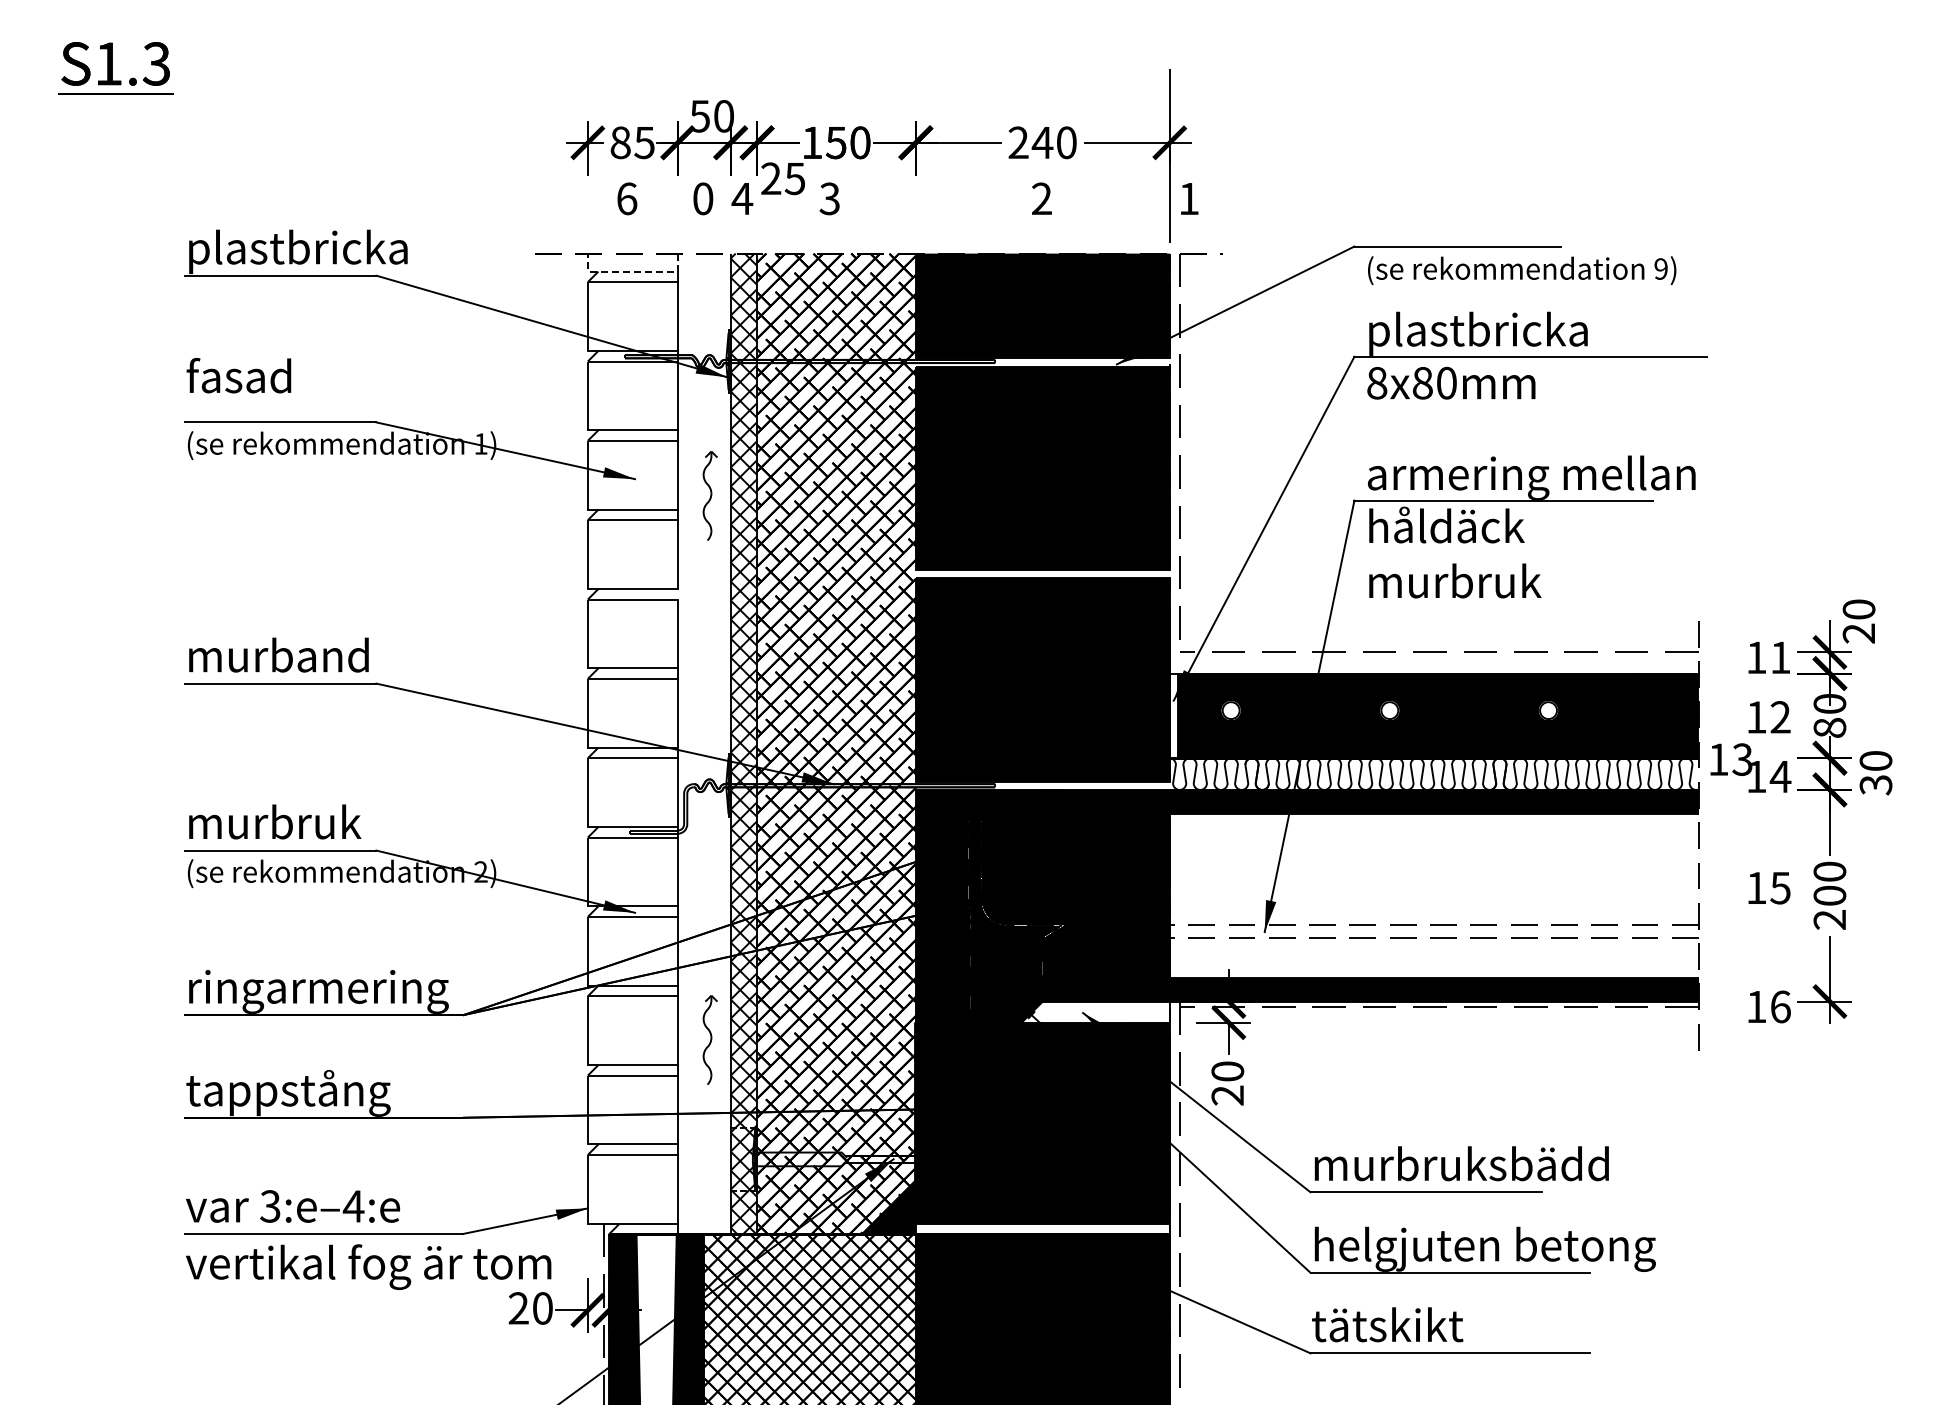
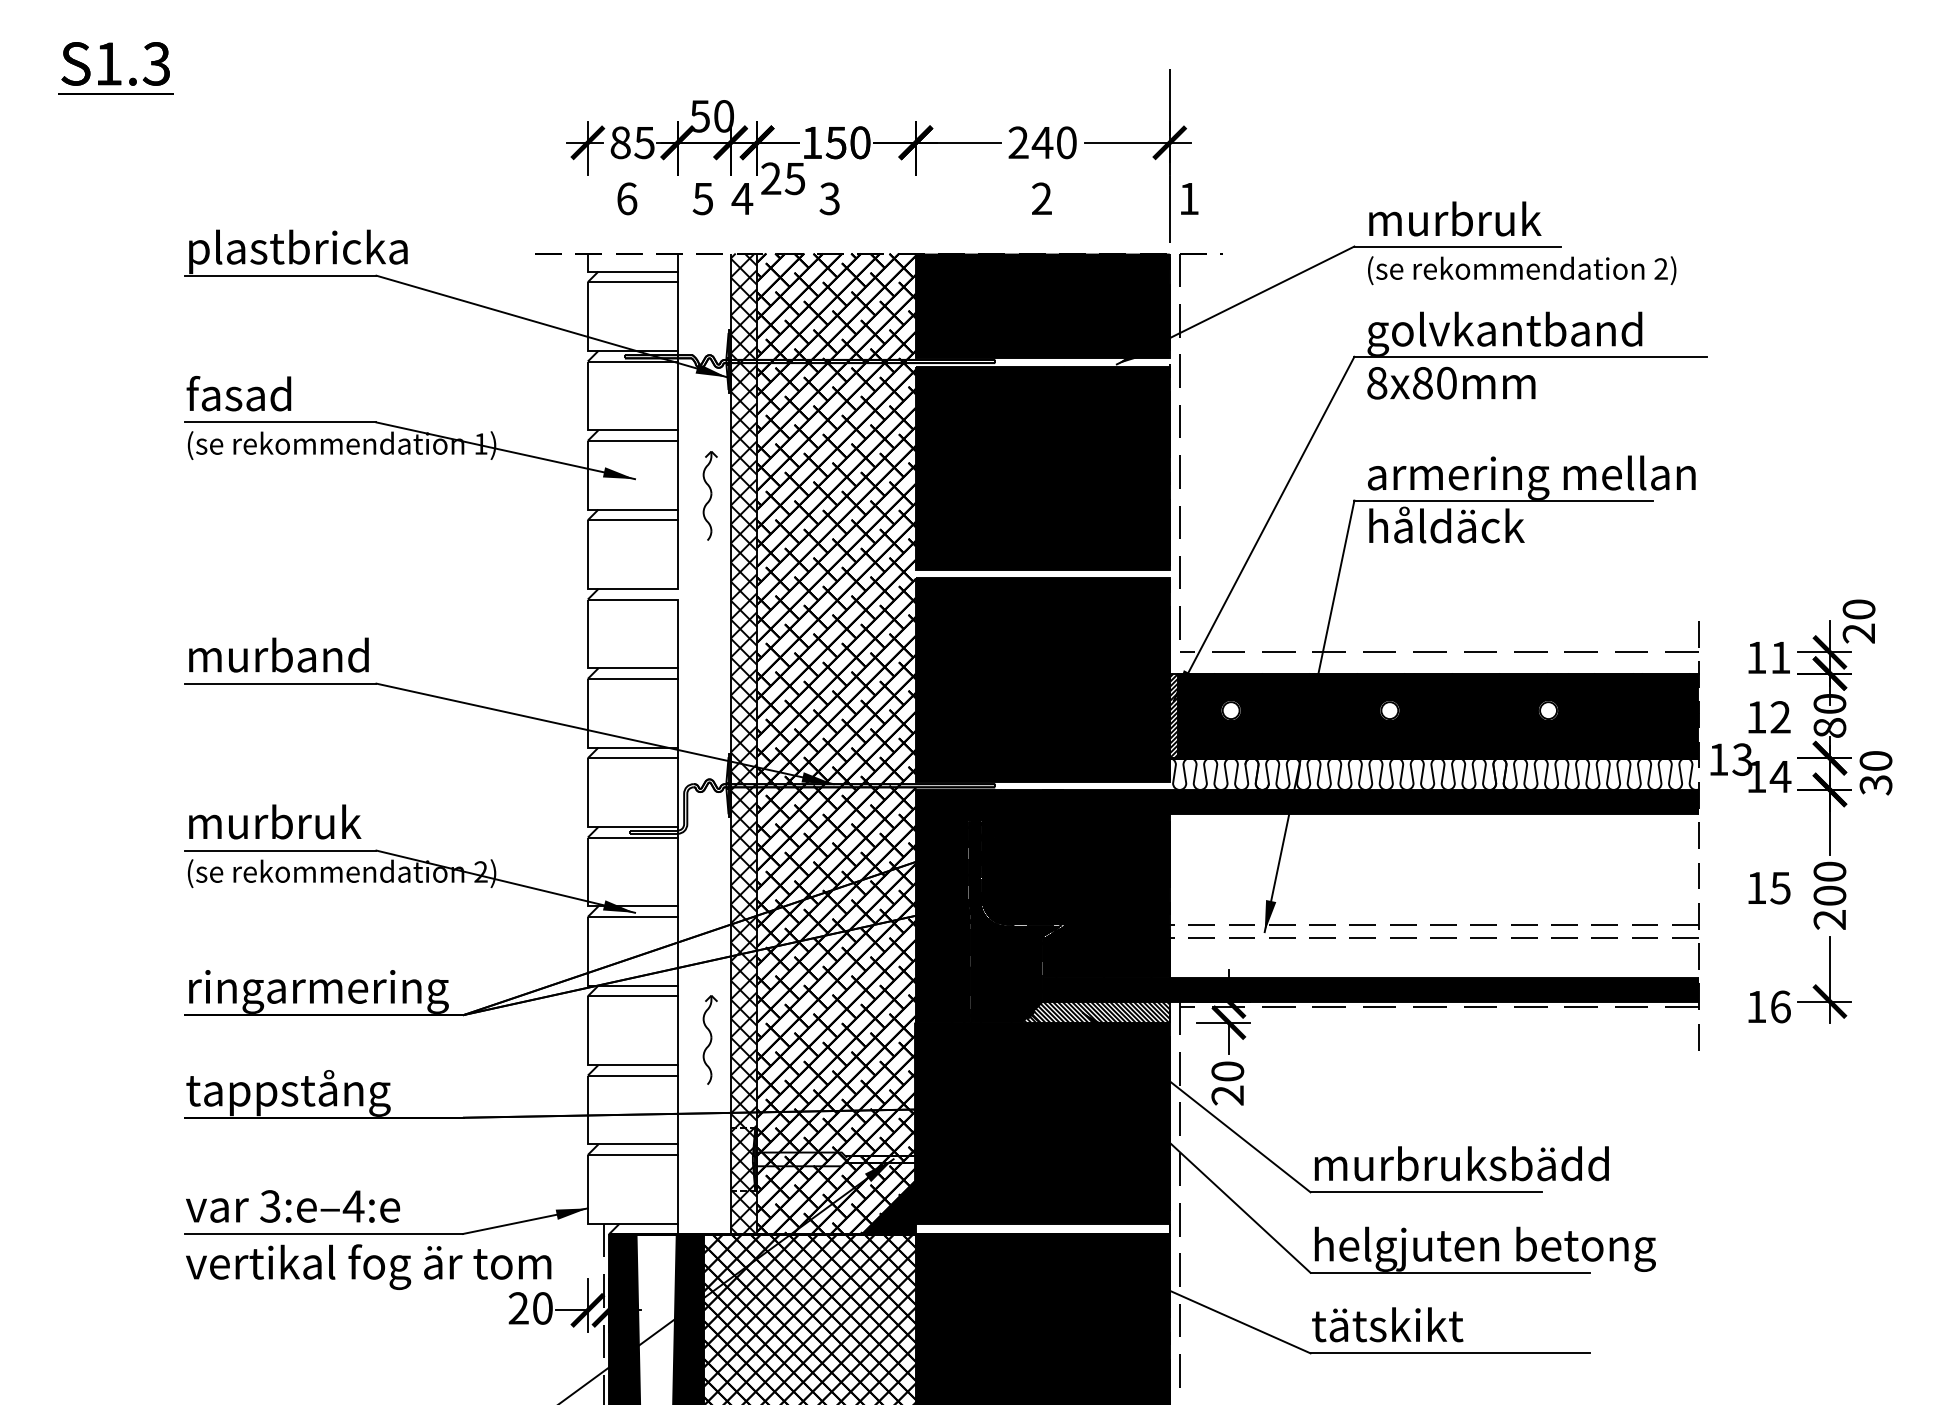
text at (702, 198): 0 -> 5
text at (1660, 268): 9) -> 2)
line at (632, 271): dashed -> solid
text at (1504, 333): plastbricka -> golvkantband
text at (238, 375) position: (238, 375) -> (238, 393)
text at (1455, 580) position: (1455, 580) -> (1455, 218)
hatch at (1173, 715): none -> present
hatch at (1095, 1011): none -> present
